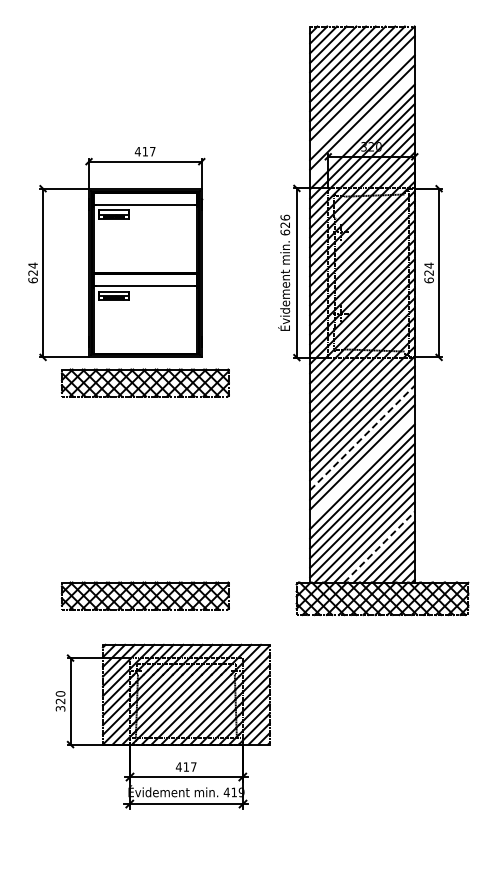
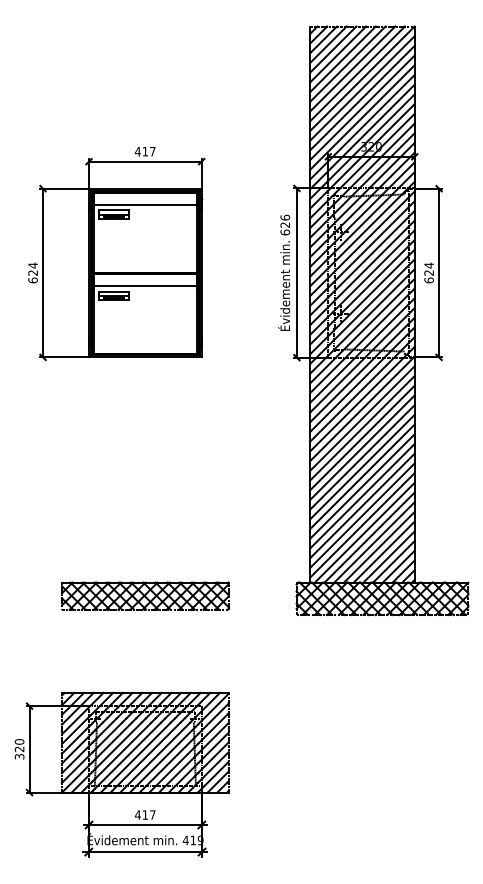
line at (362, 97): none -> present
line at (362, 126): none -> present
part at (144, 382): present -> none
line at (362, 437): dashed -> solid
line at (362, 466): none -> present
line at (379, 547): dashed -> solid
part at (162, 726) position: (162, 726) -> (121, 774)
